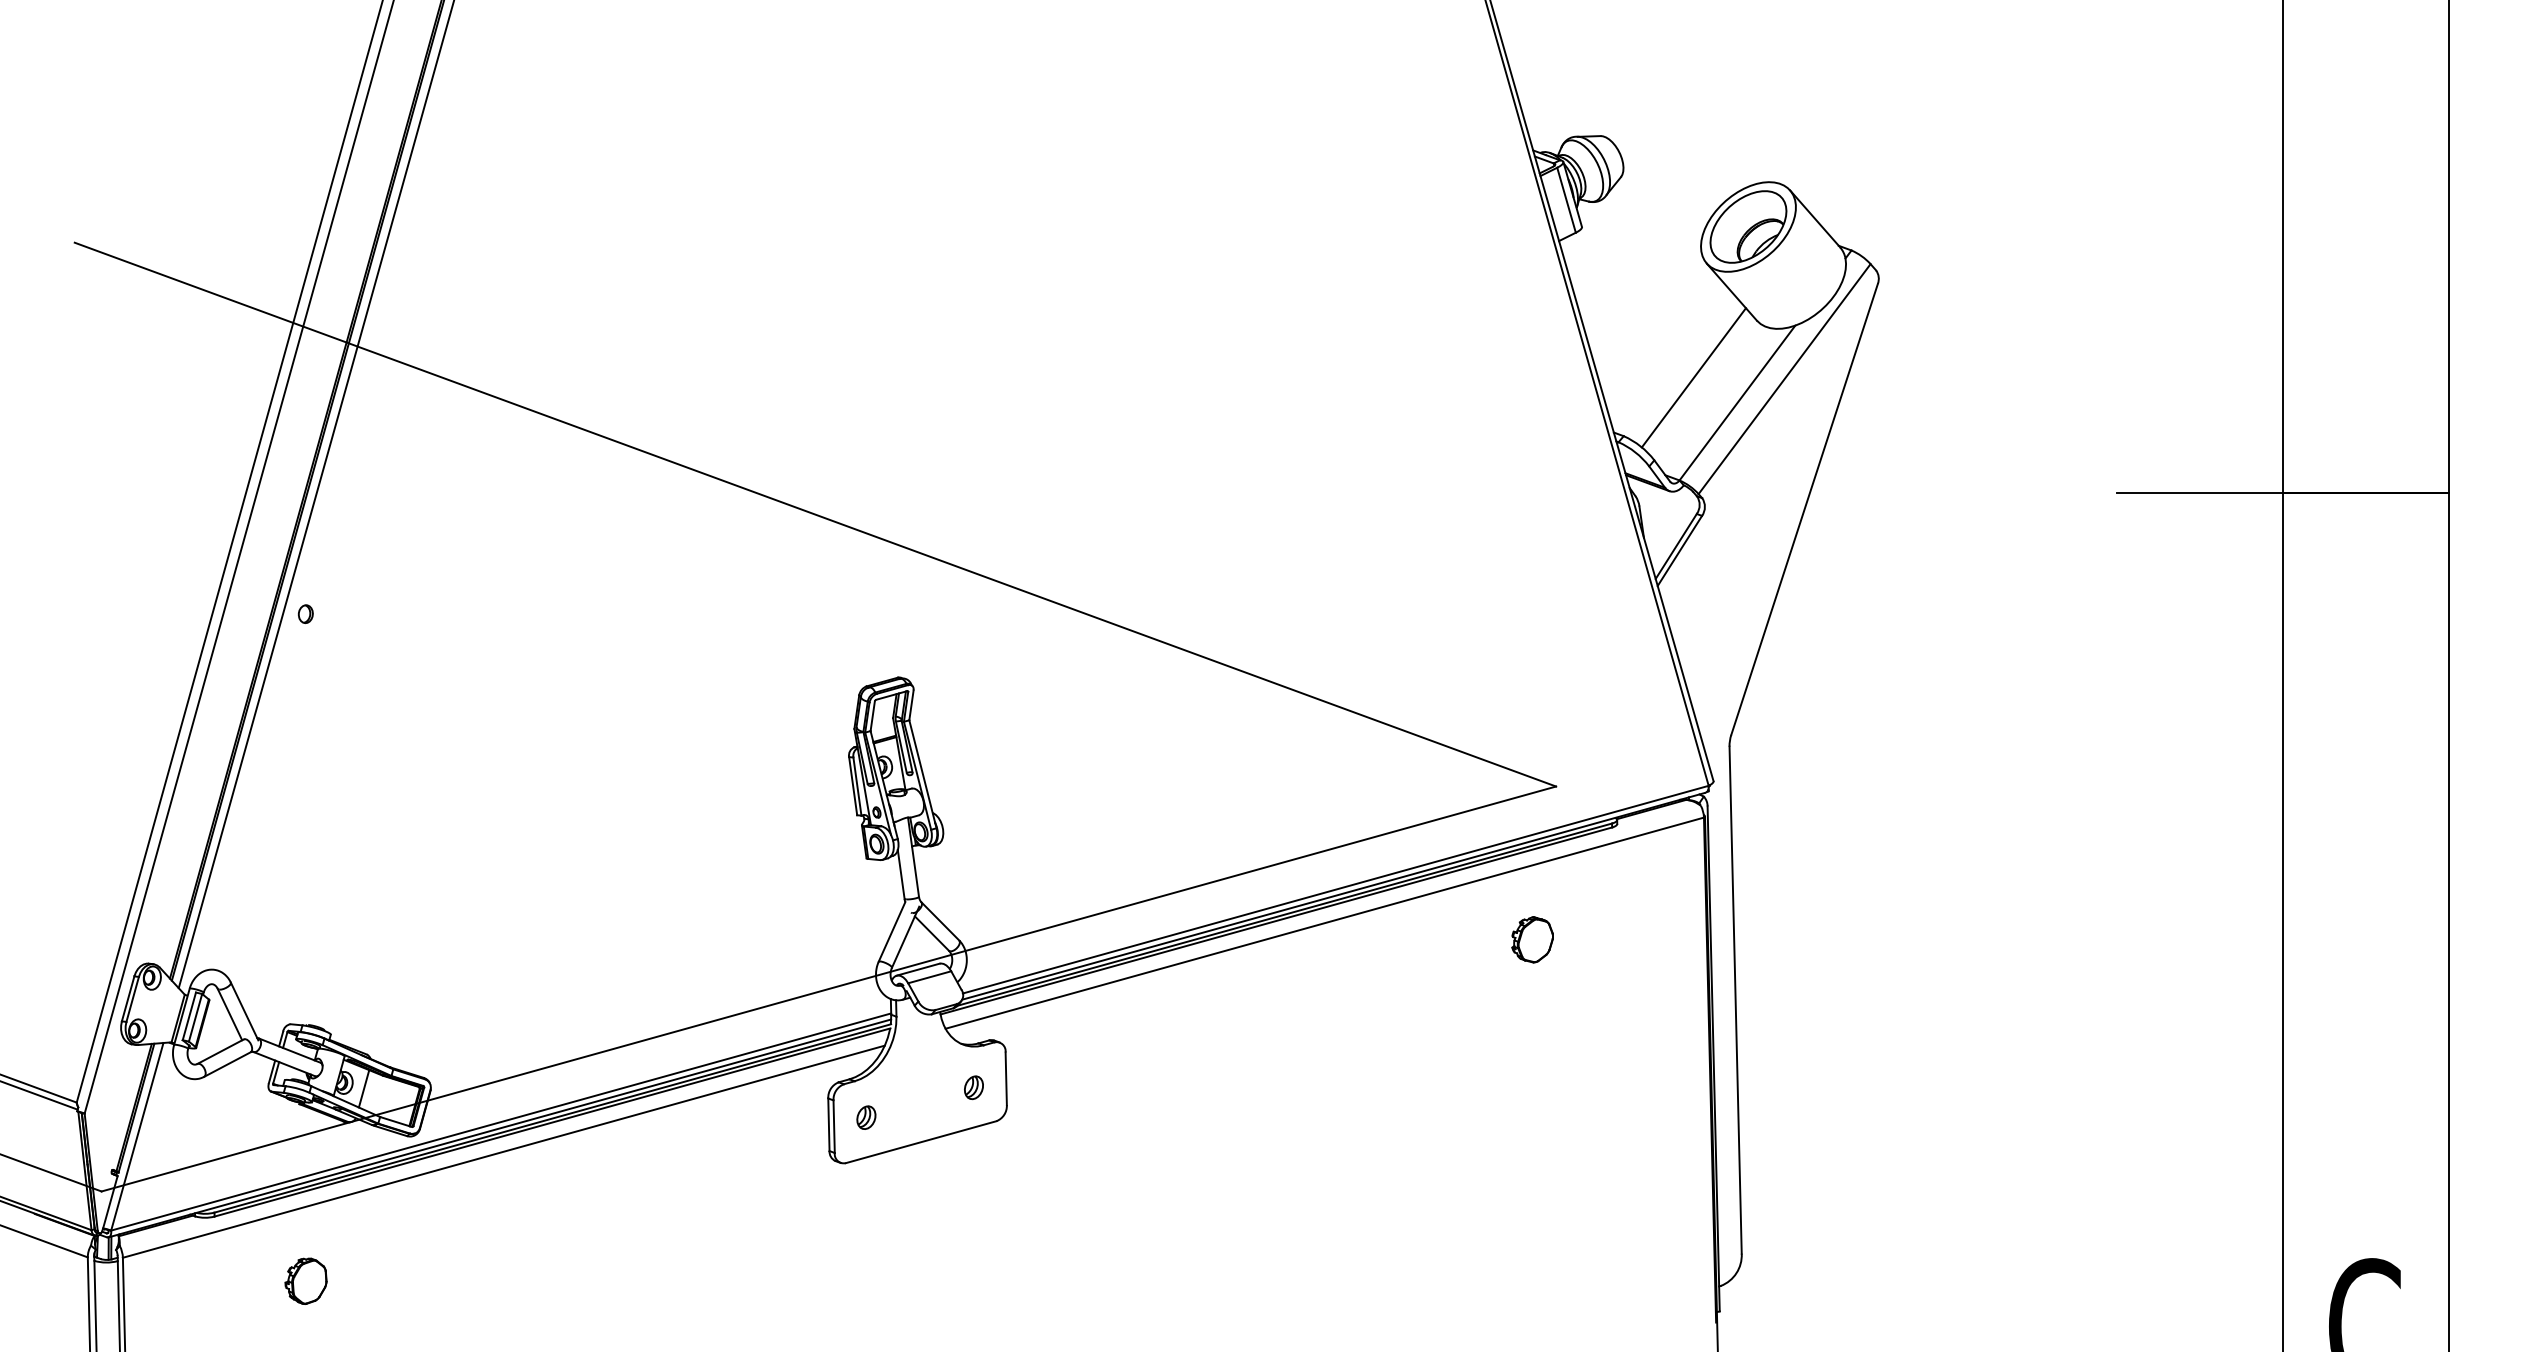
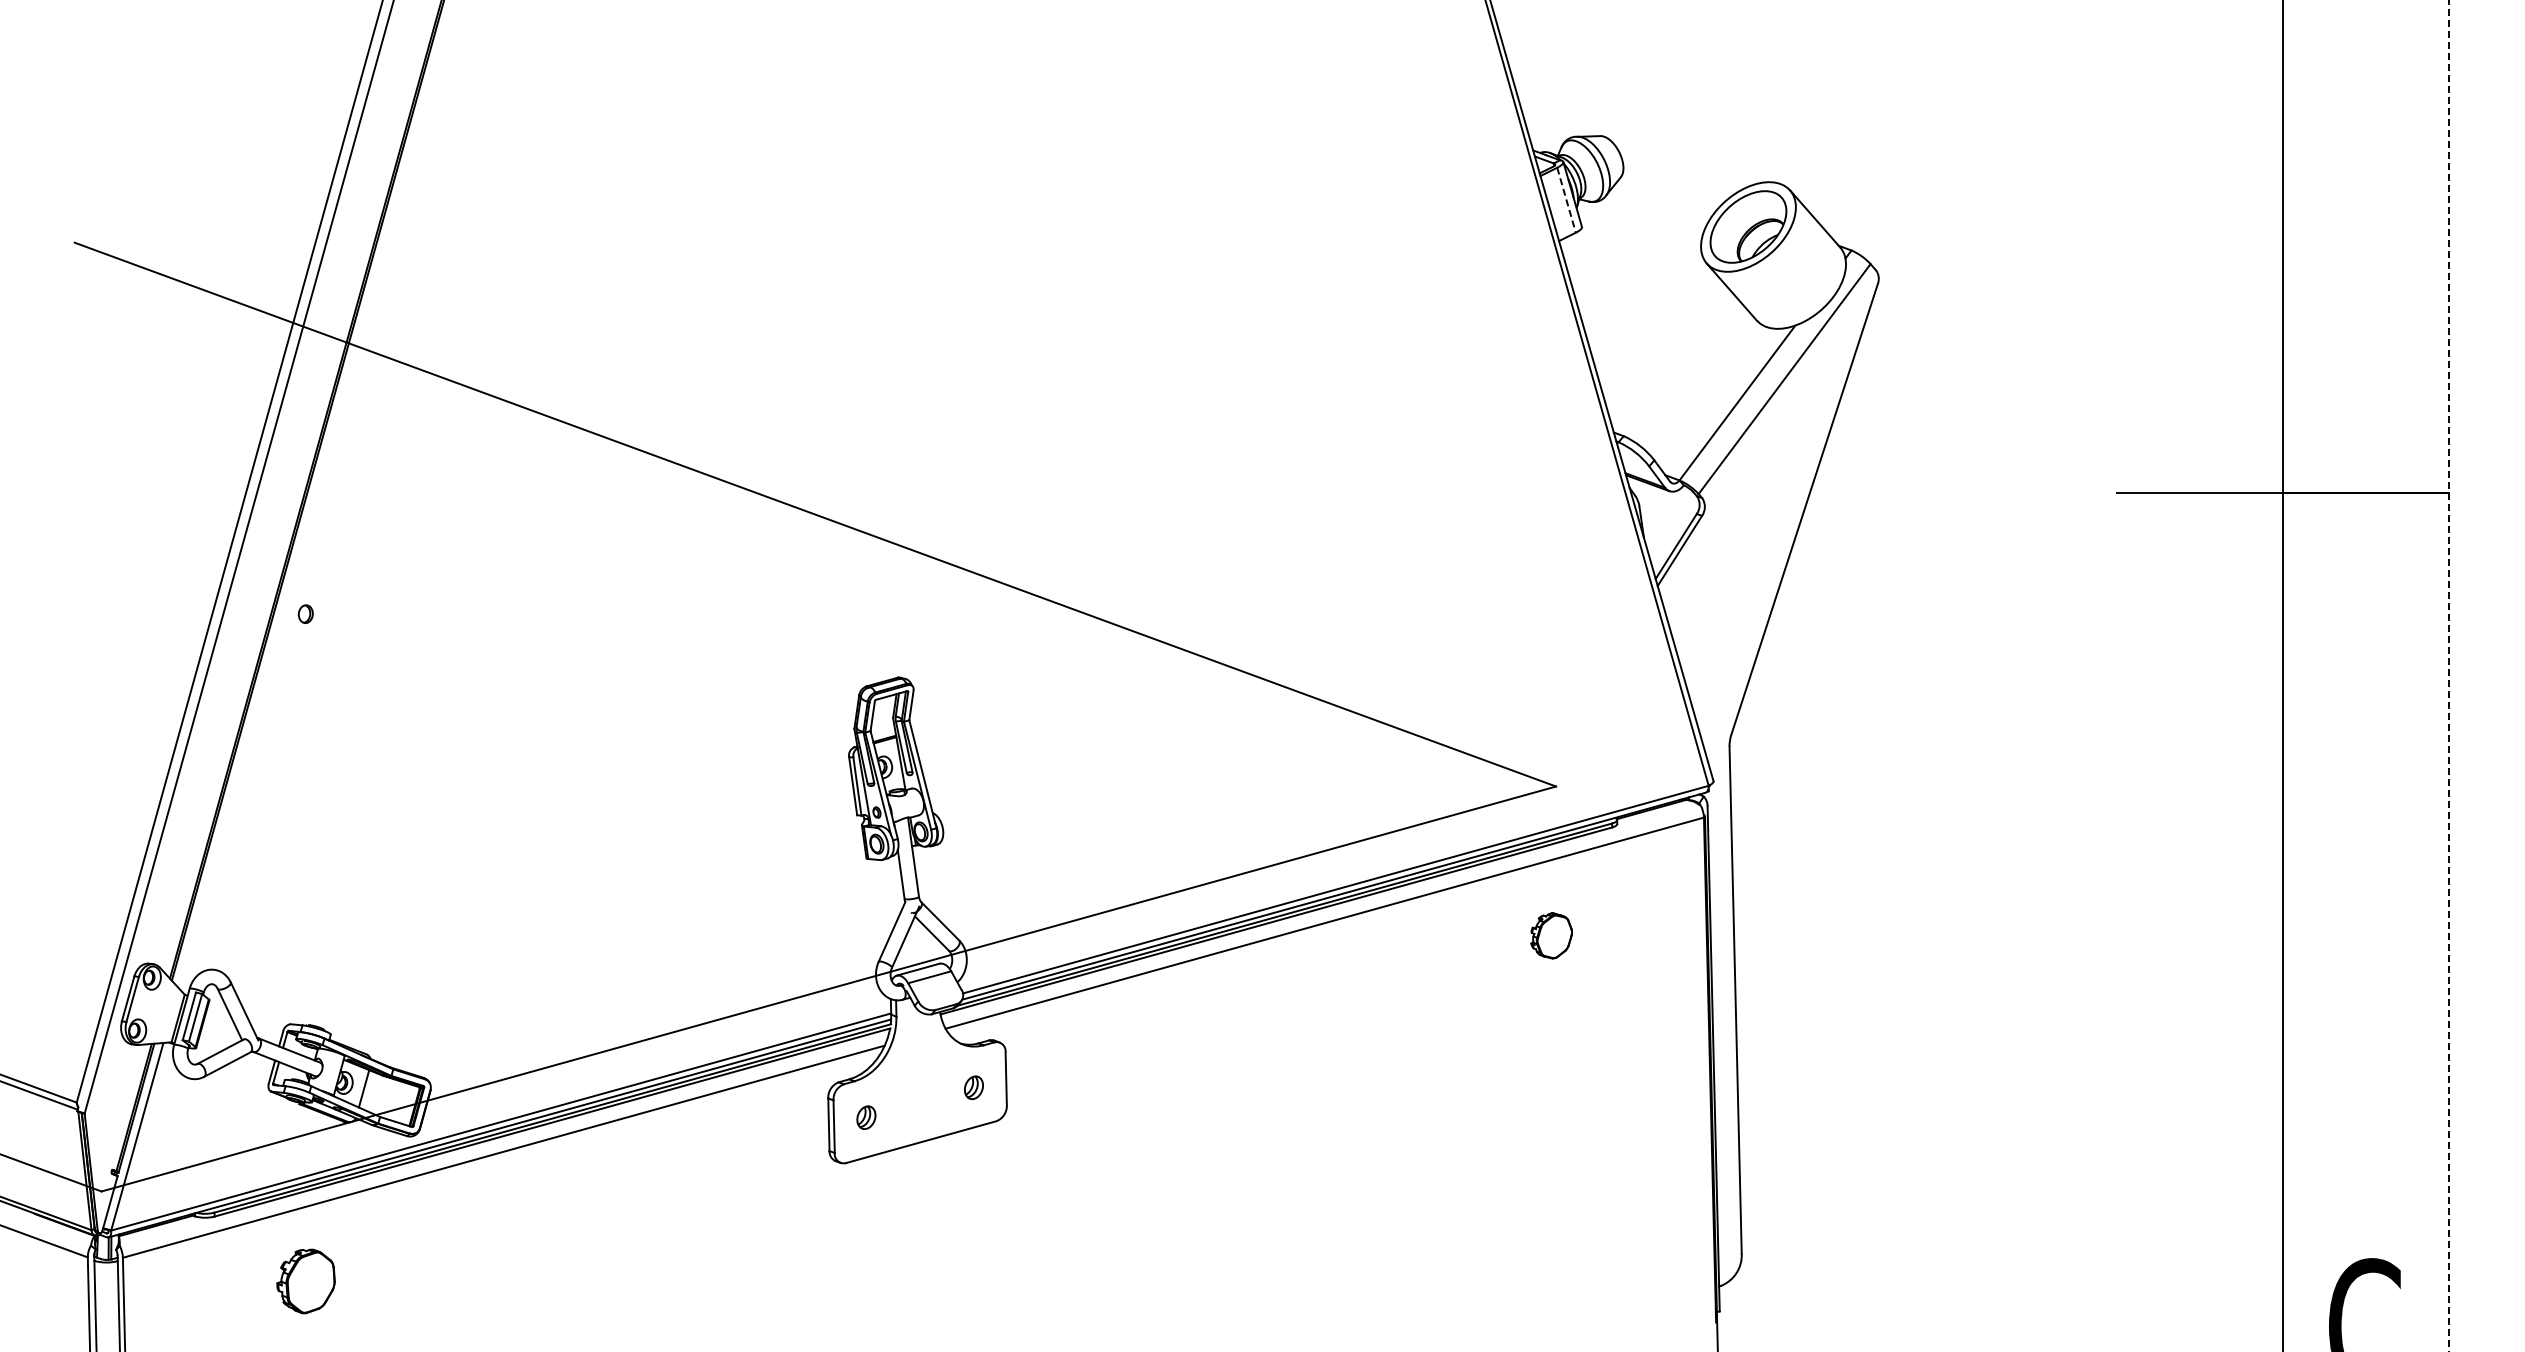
line at (1566, 200): solid -> dashed
line at (1693, 377): present -> none
line at (315, 495): present -> none
line at (2449, 675): solid -> dashed
part at (1532, 939) position: (1532, 939) -> (1551, 935)
part at (305, 1280) size: 44x48 px -> 60x67 px
